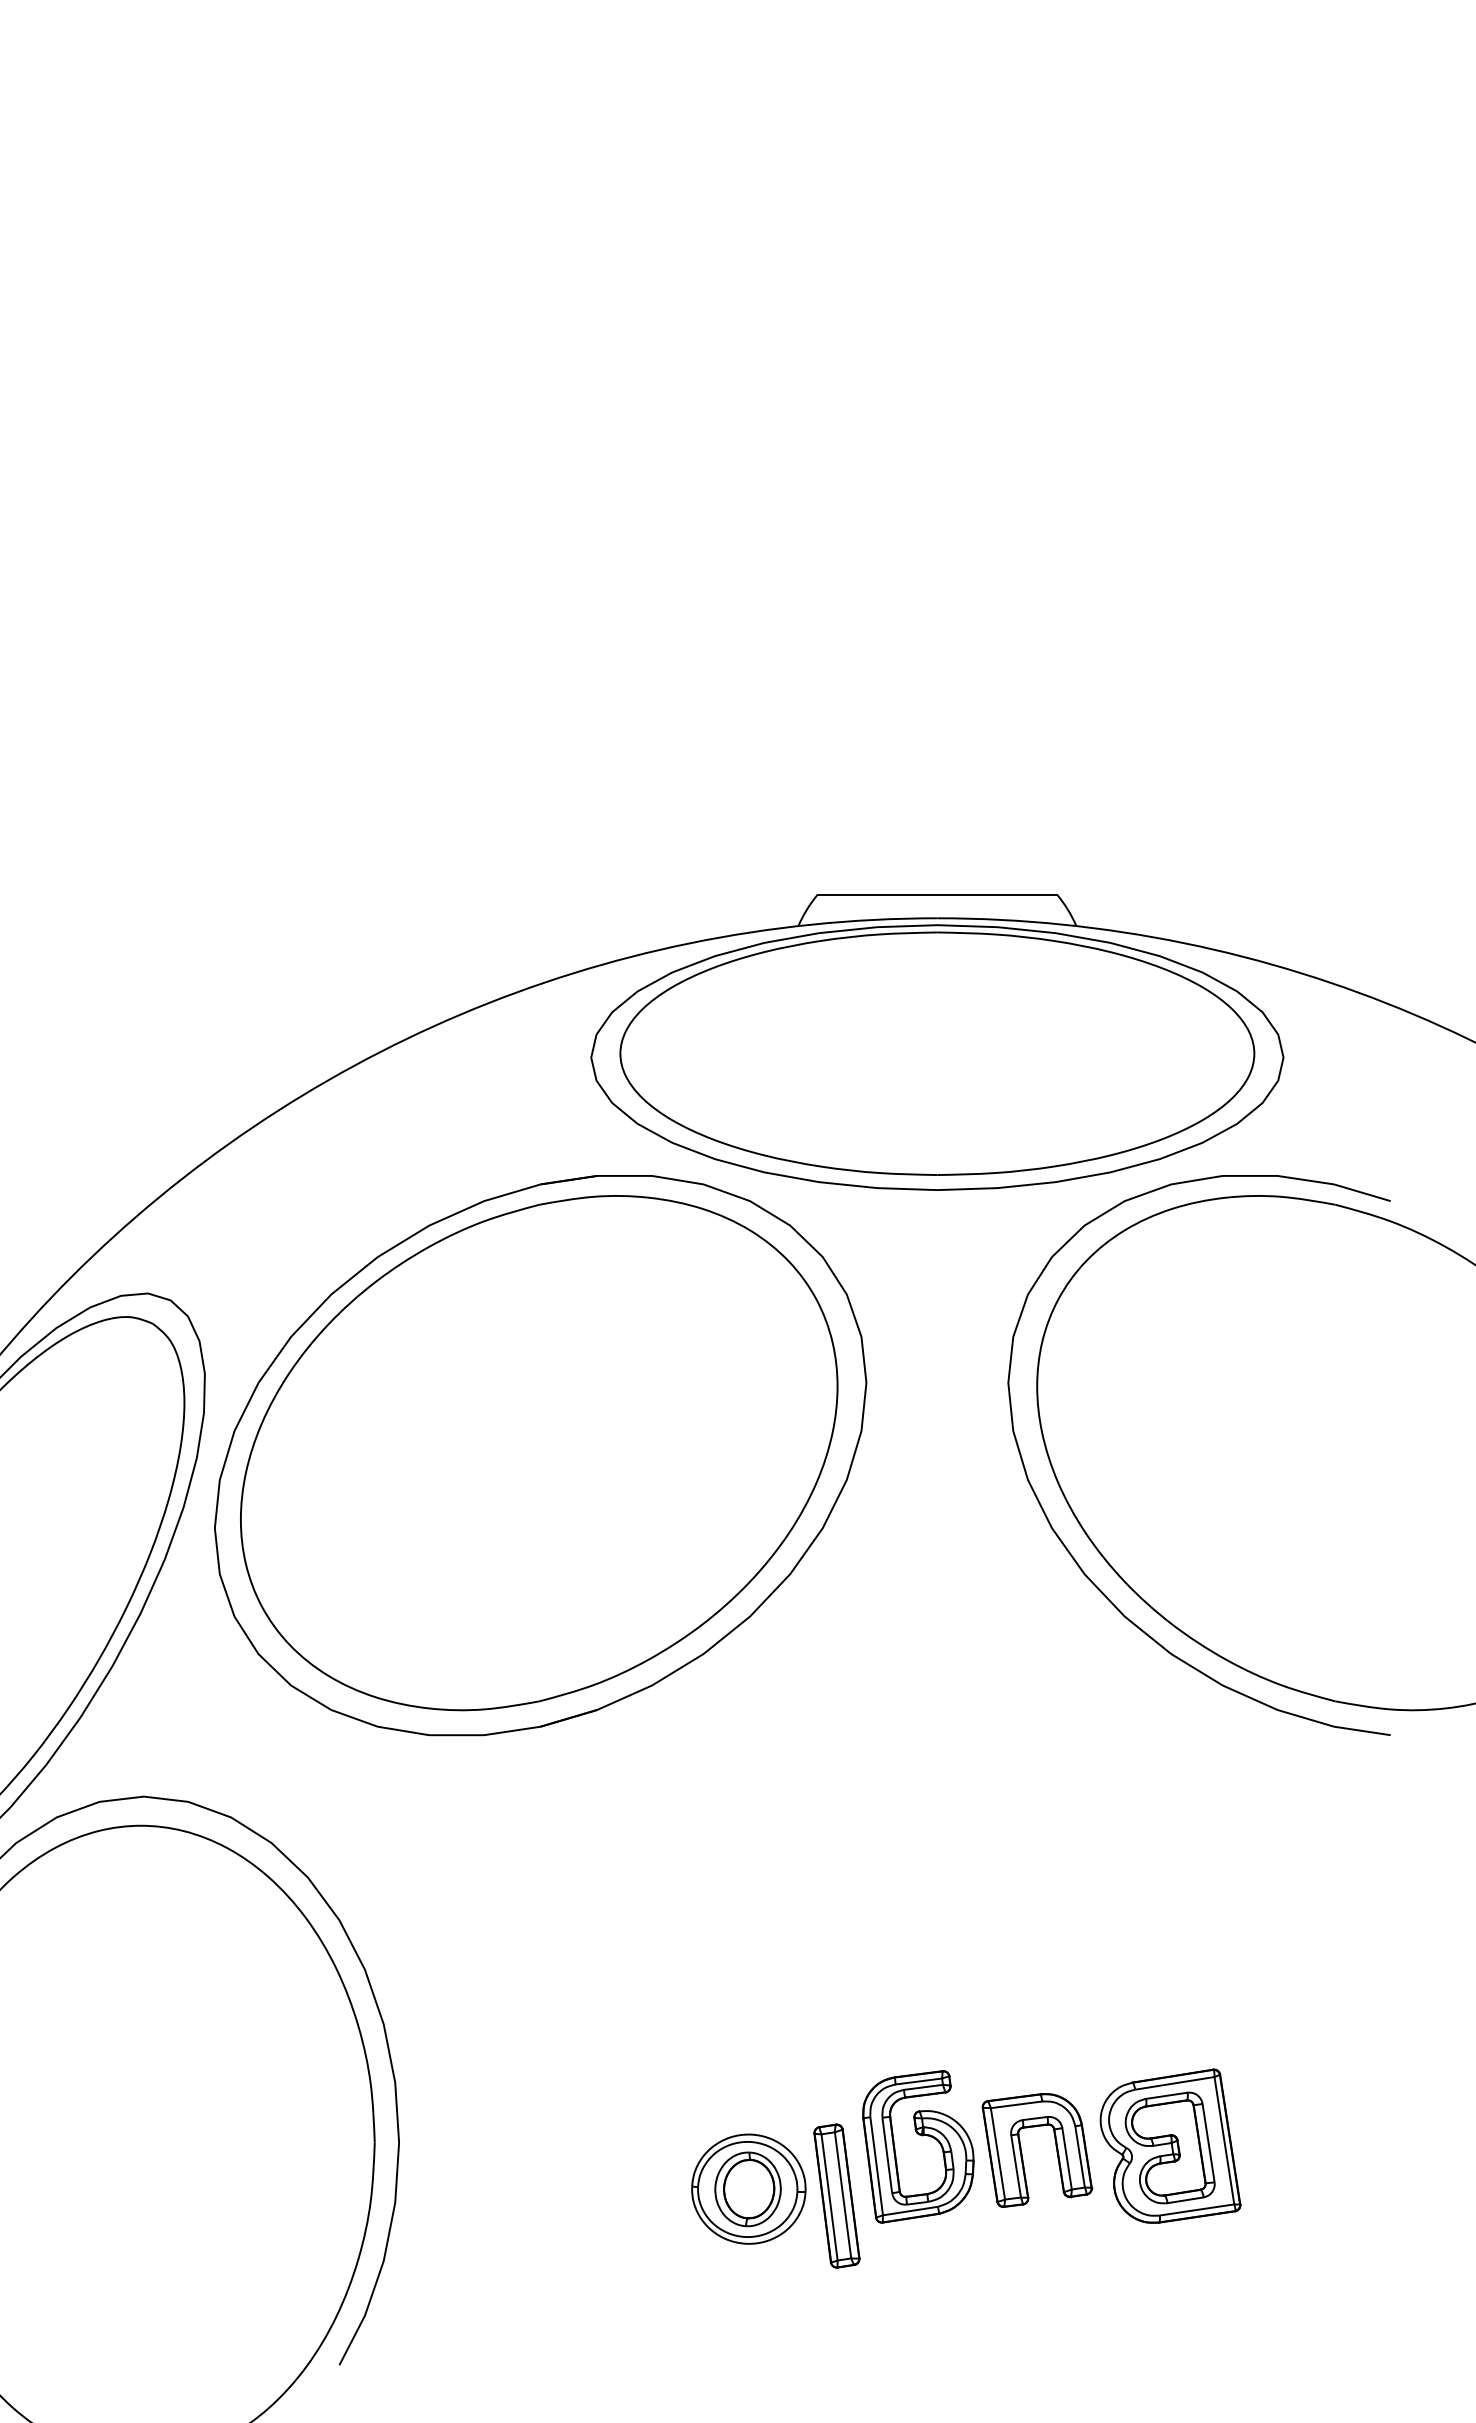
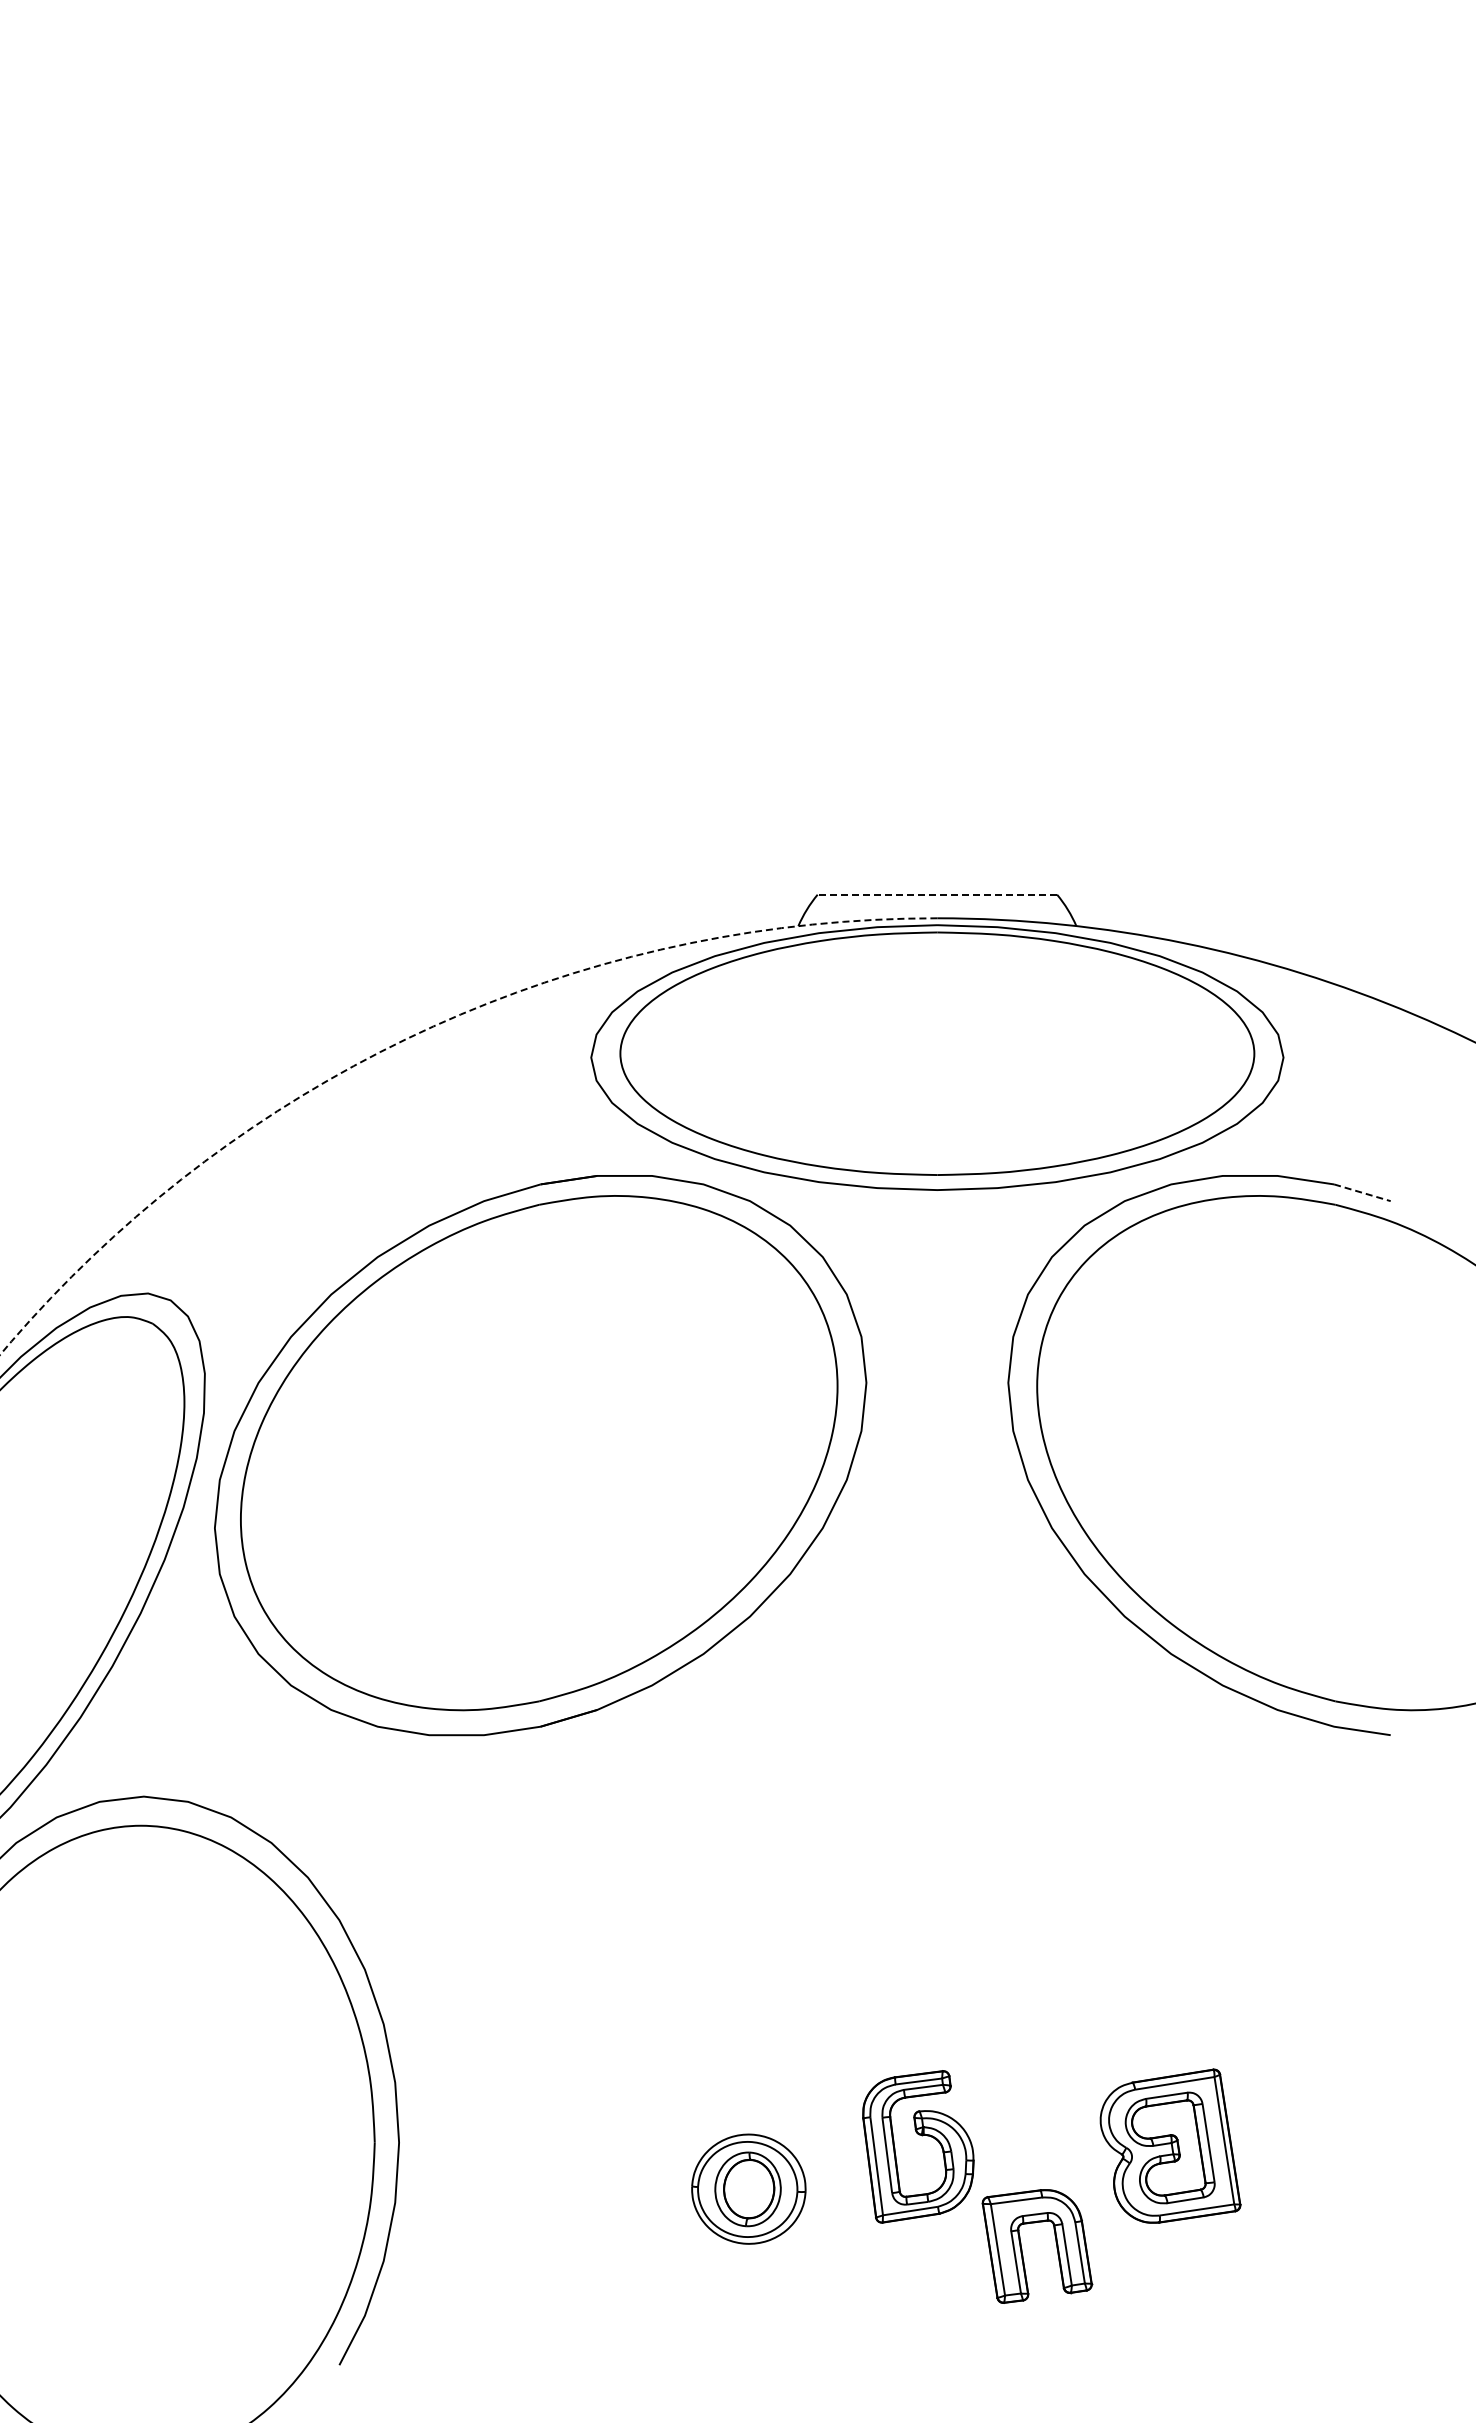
line at (937, 894): solid -> dashed
arc at (419, 1033): solid -> dashed
line at (1362, 1192): solid -> dashed
part at (1022, 2152) position: (1022, 2152) -> (1022, 2248)
part at (836, 2195): present -> none
